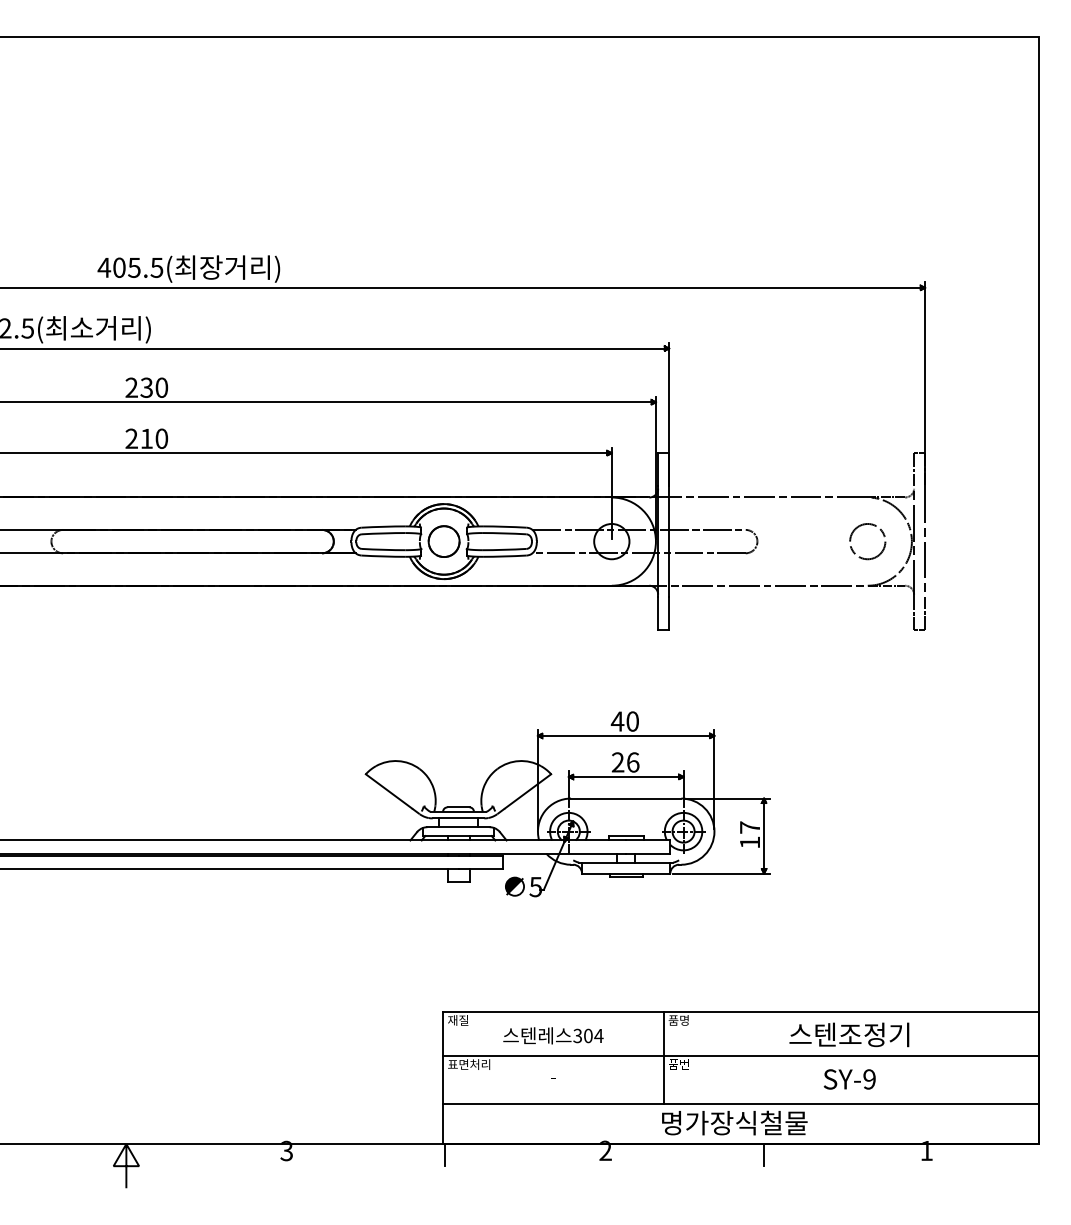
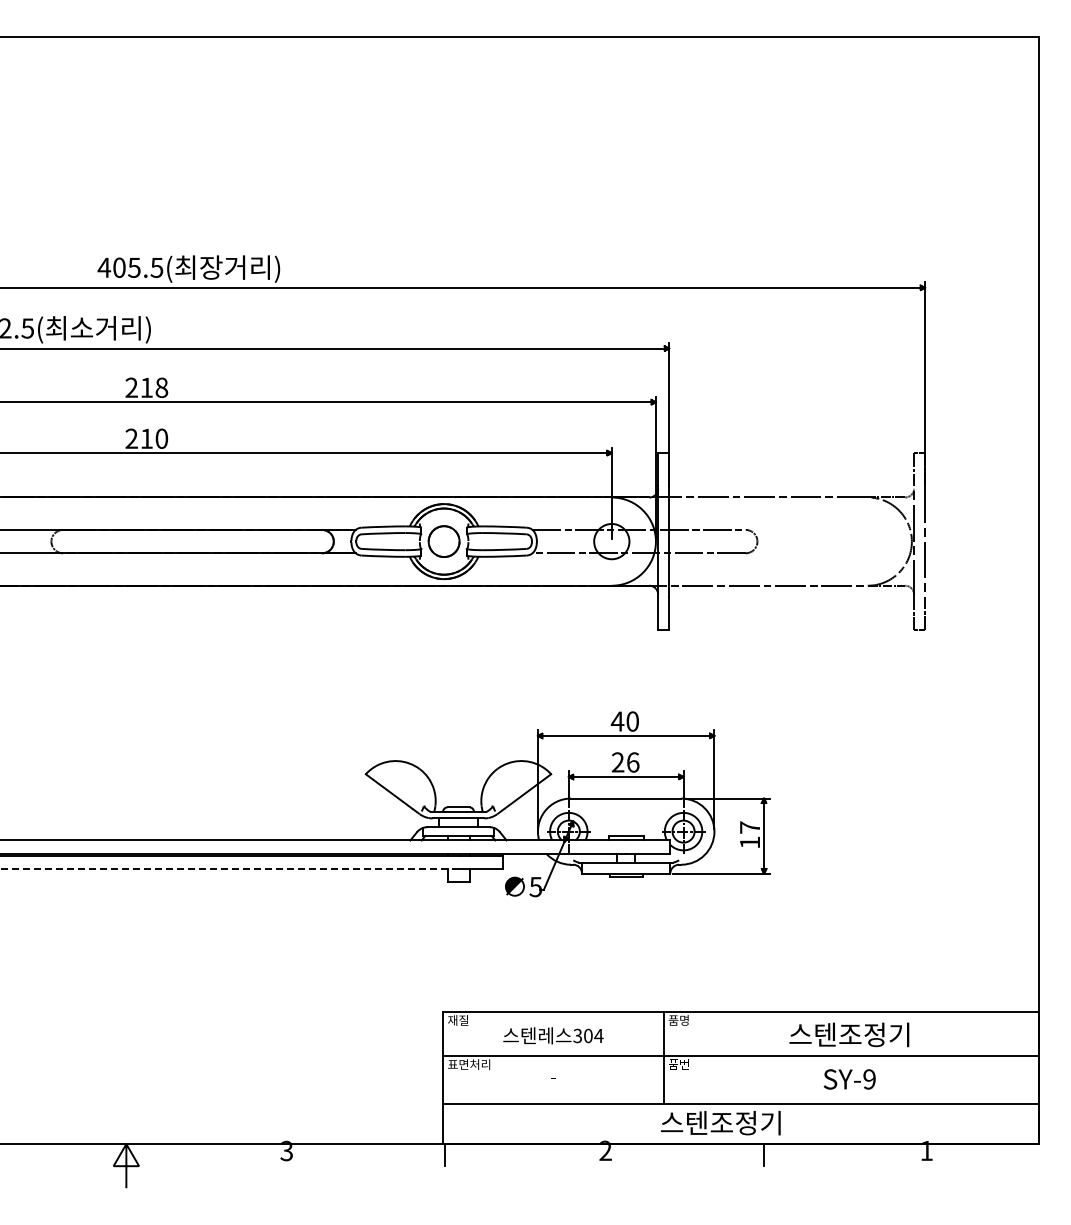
text at (154, 387): 230 -> 218
circle at (867, 541): present -> none
line at (229, 869): solid -> dashed
text at (734, 1122): 명가장식철물 -> 스텐조정기
